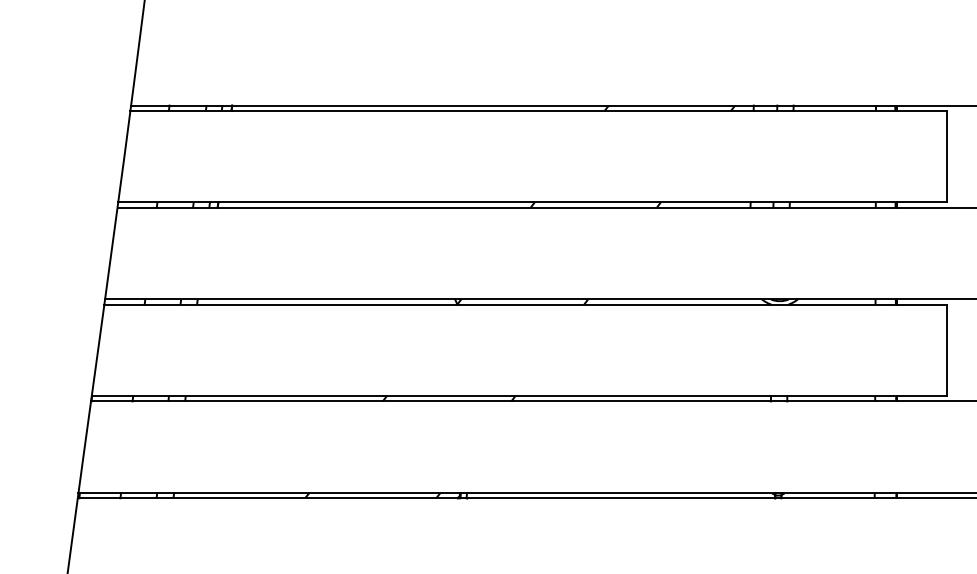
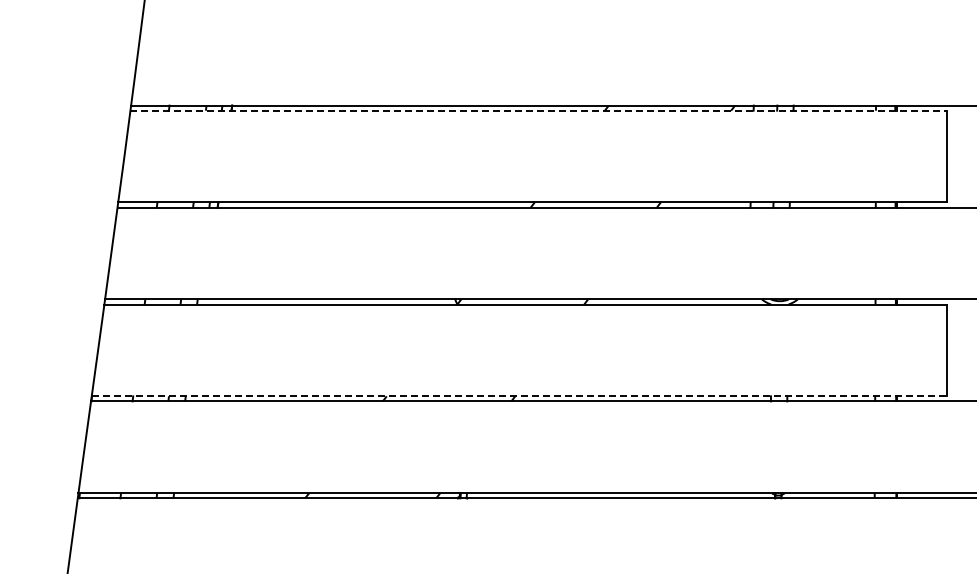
line at (539, 110): solid -> dashed
line at (519, 396): solid -> dashed
